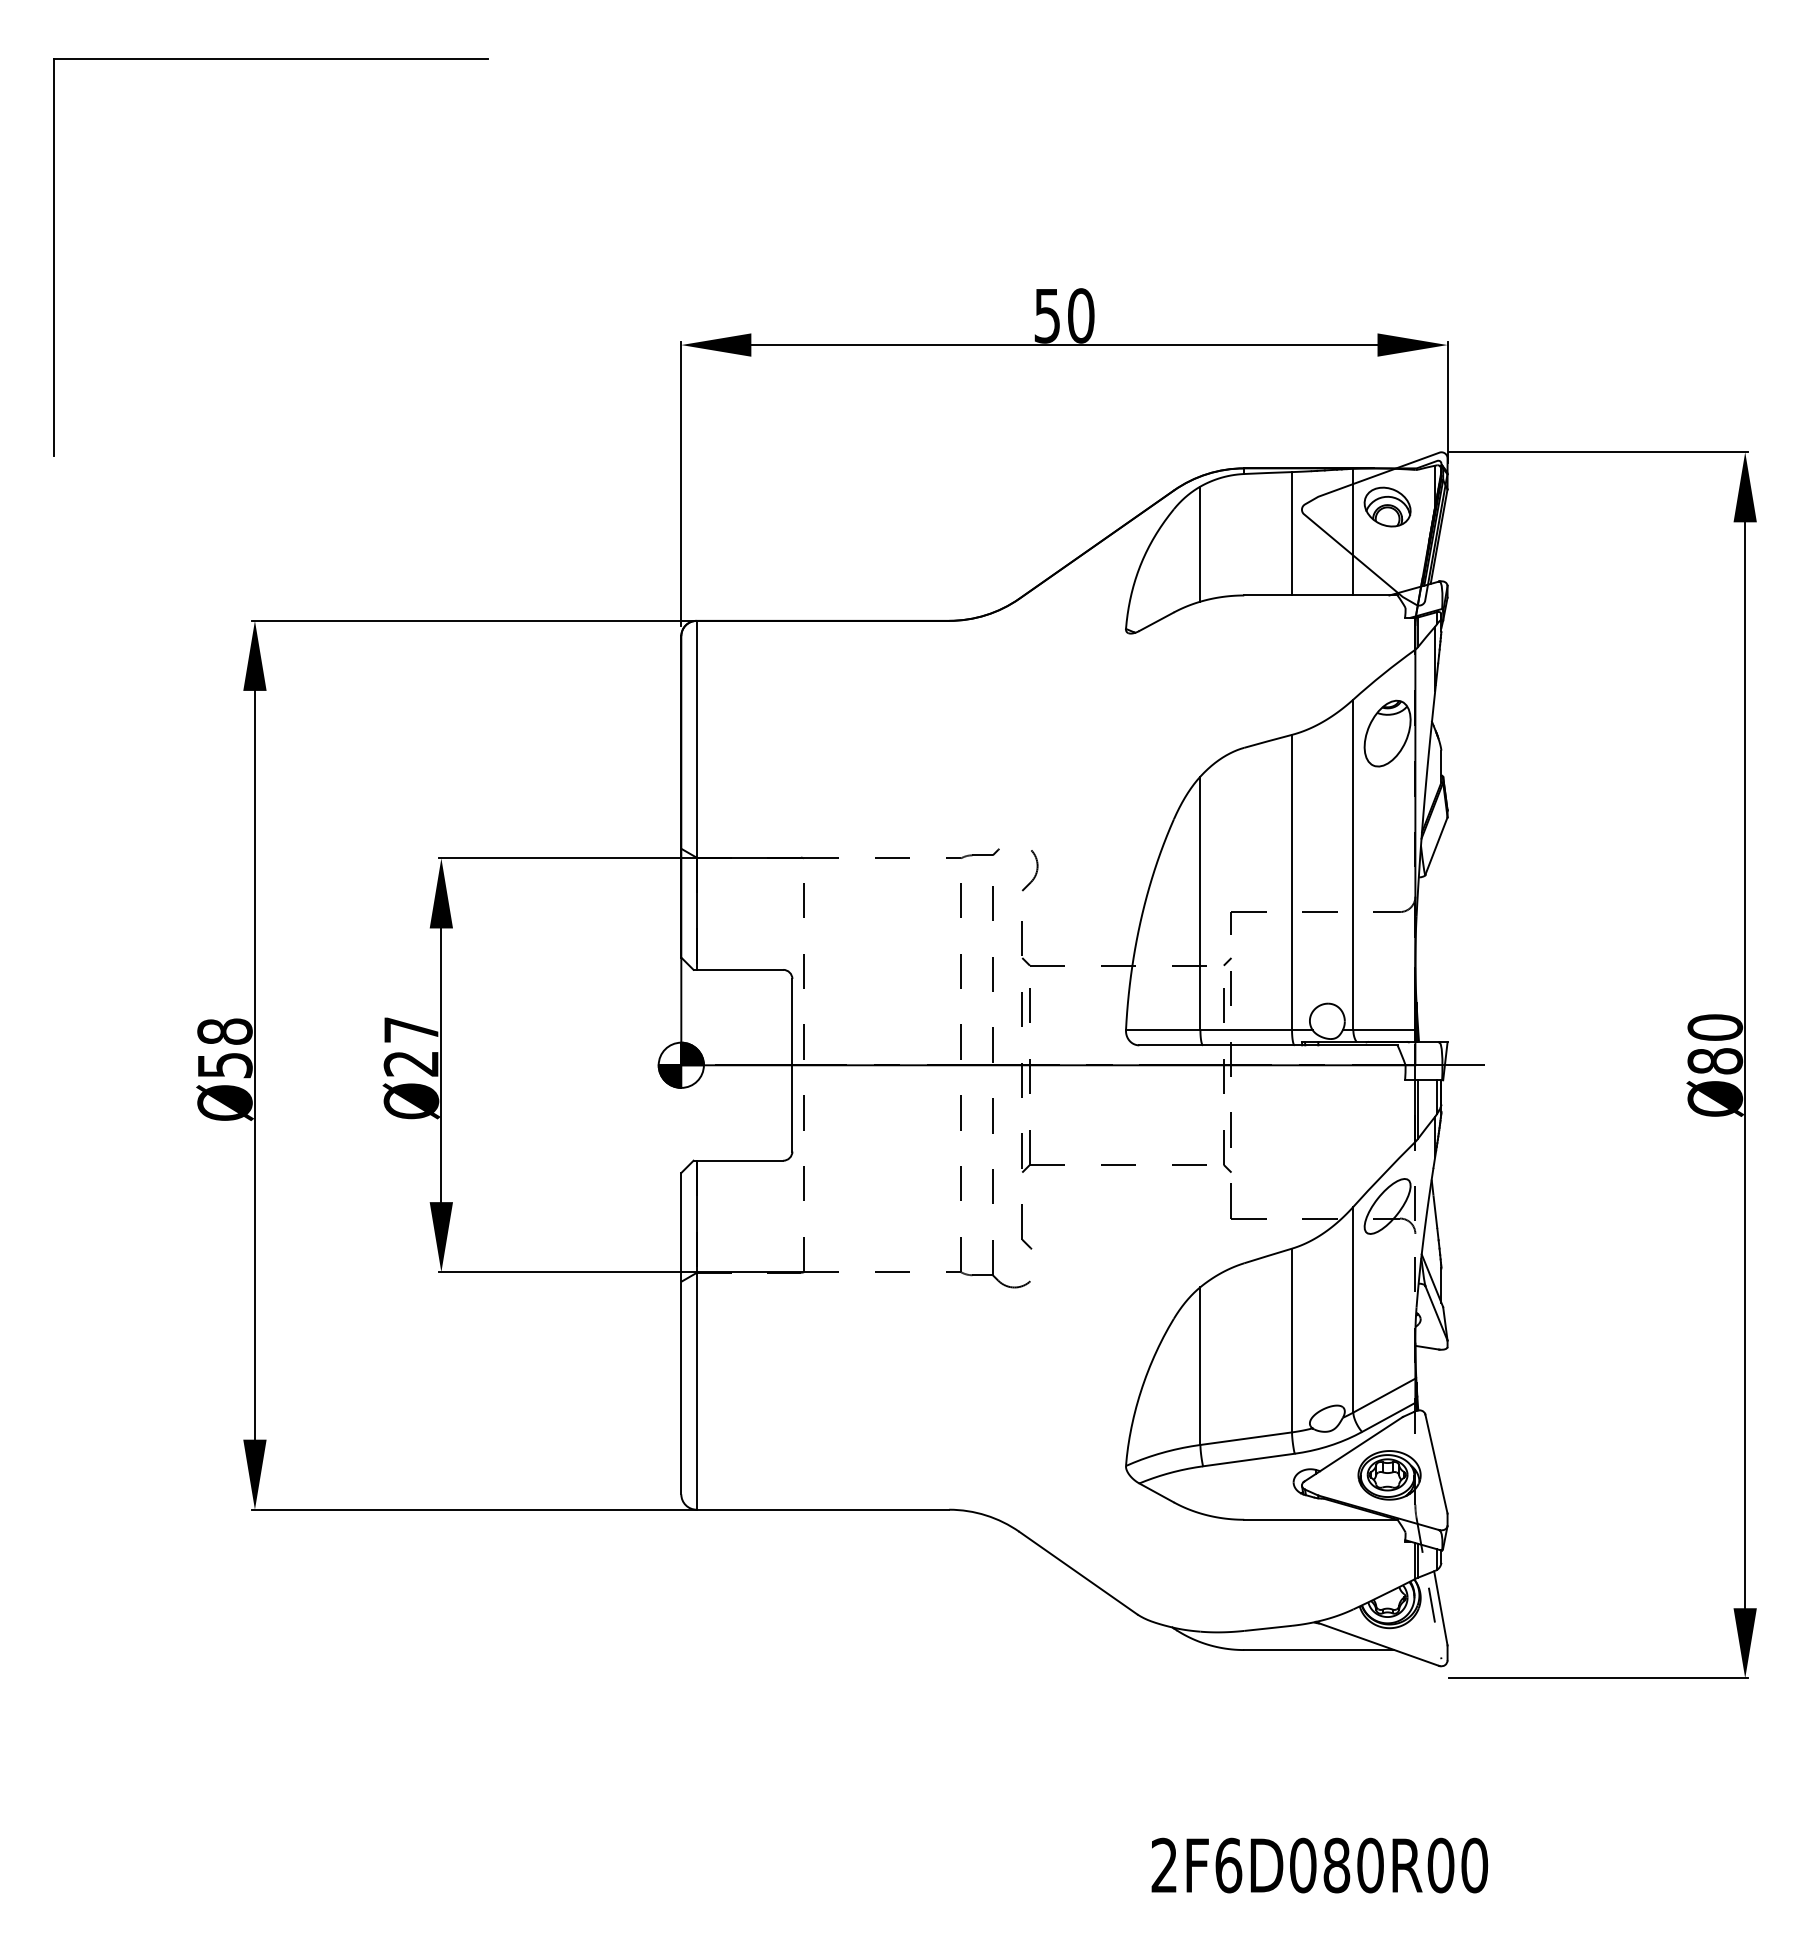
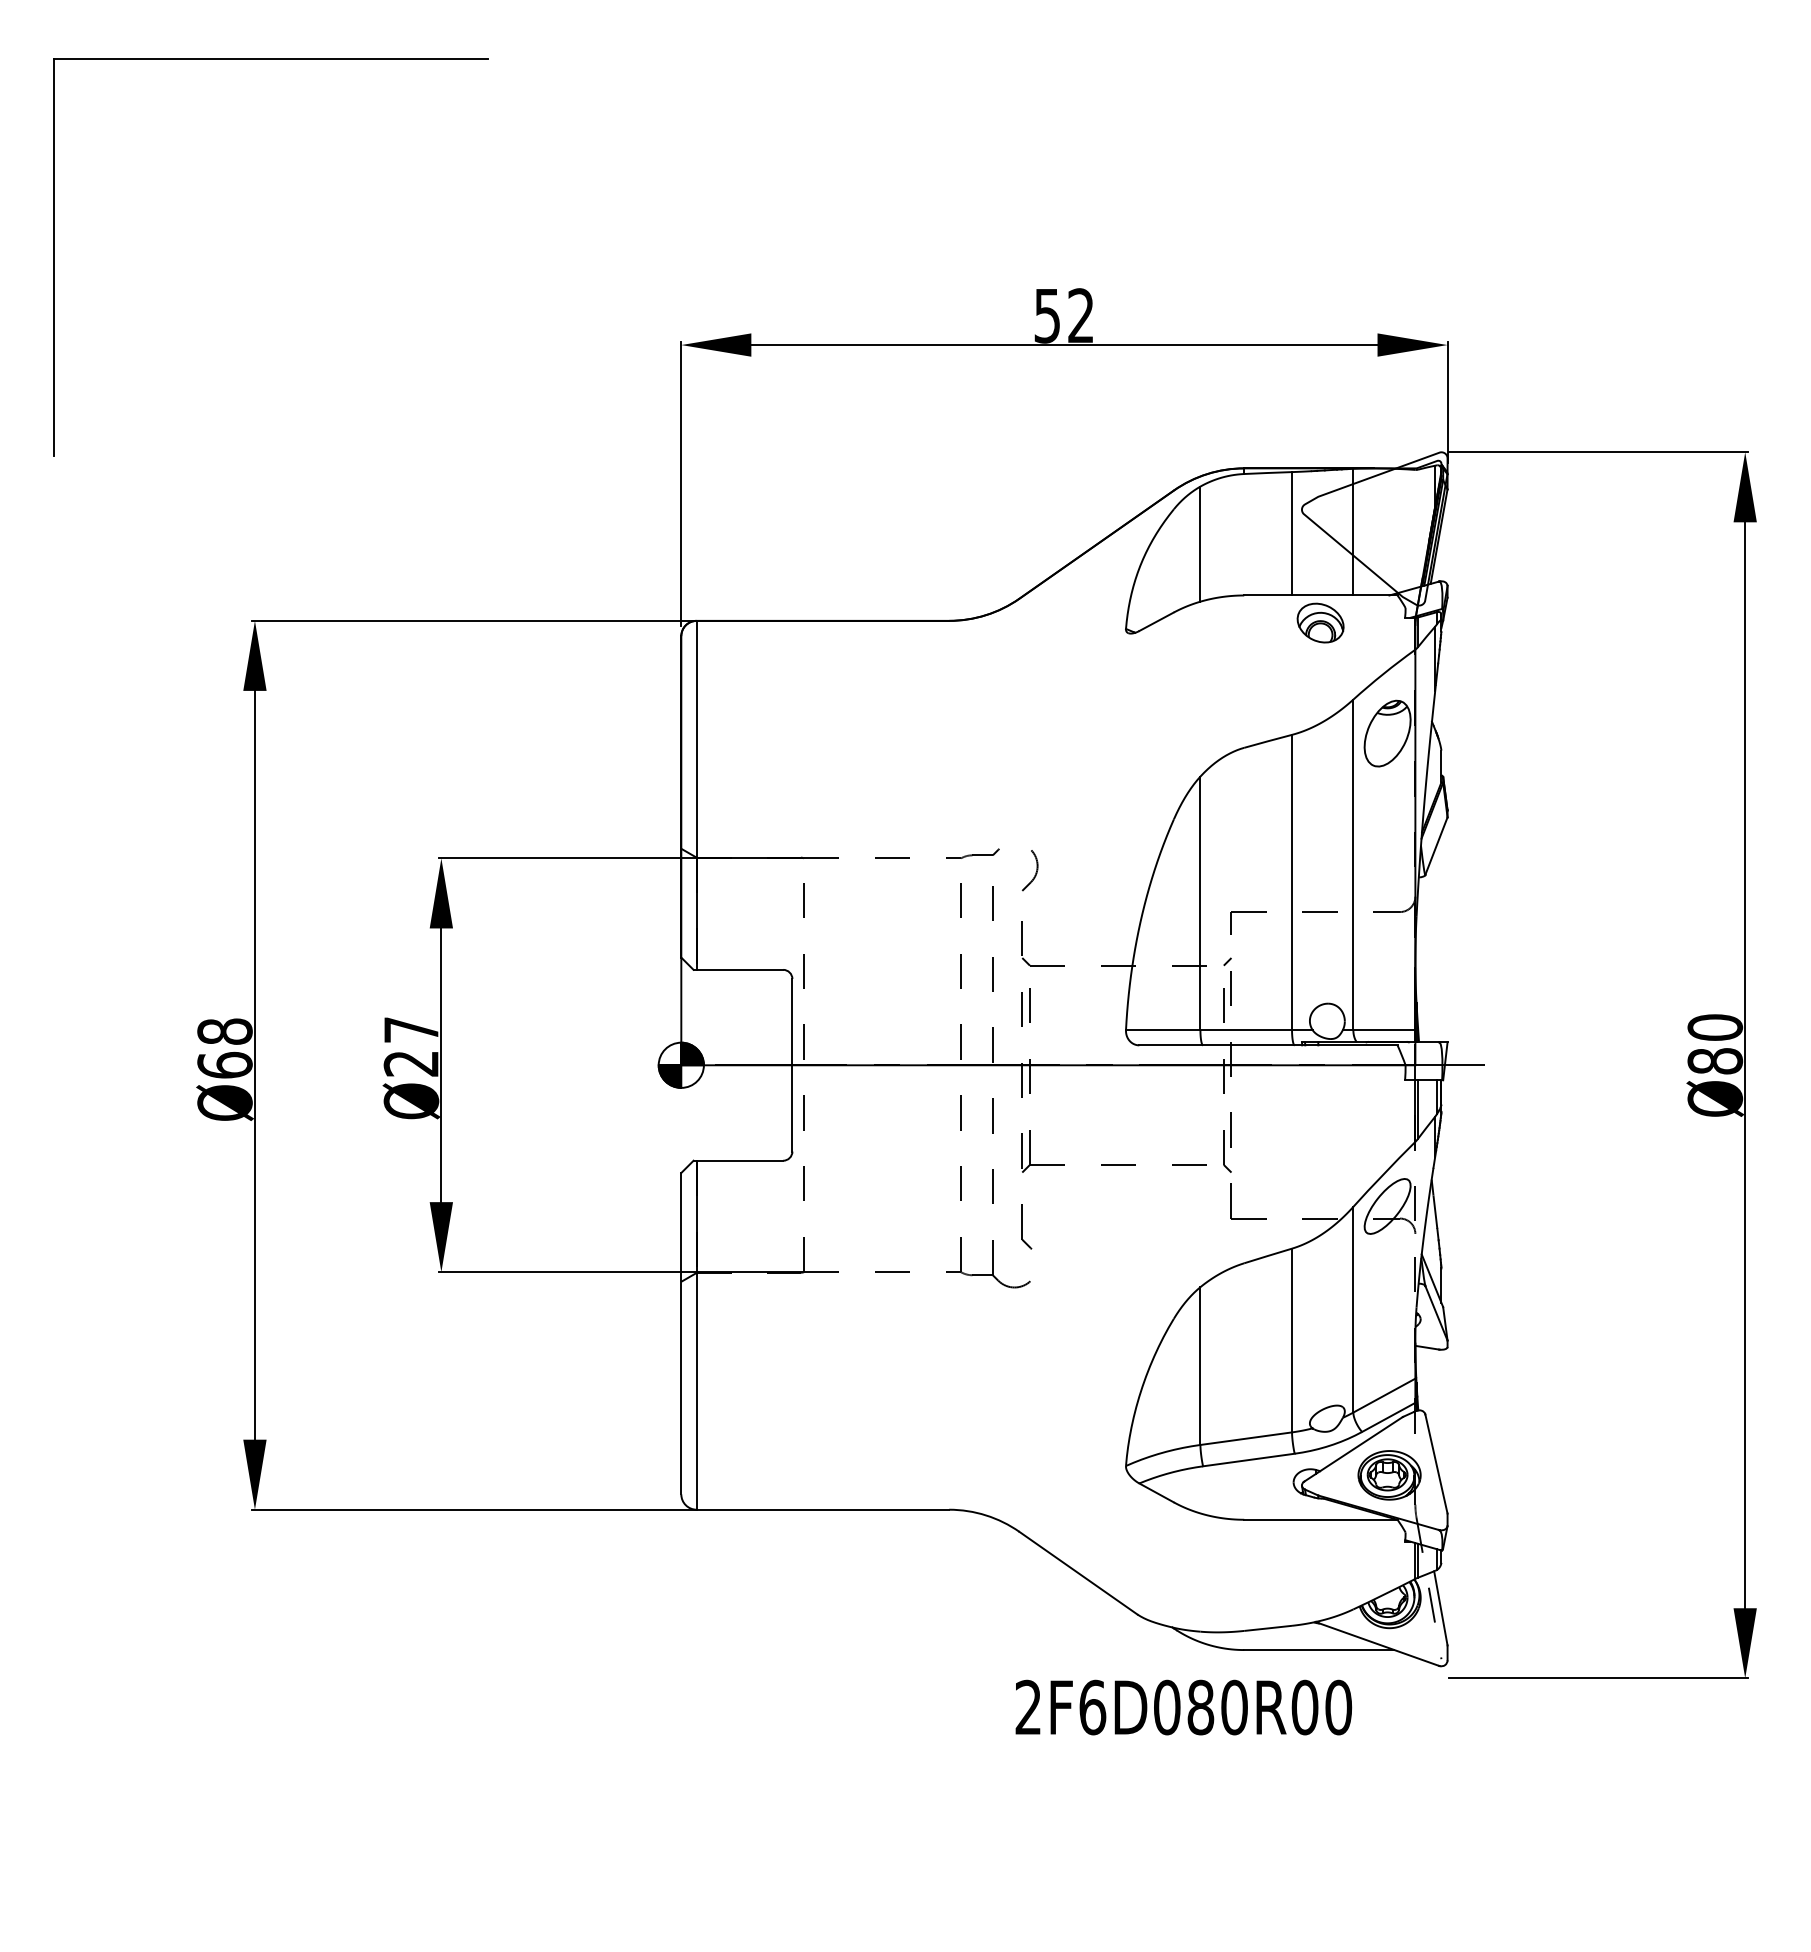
text at (1081, 315): 50 -> 52
part at (1387, 506) position: (1387, 506) -> (1320, 622)
text at (224, 1064): Ø58 -> Ø68
text at (1319, 1865) position: (1319, 1865) -> (1183, 1707)
